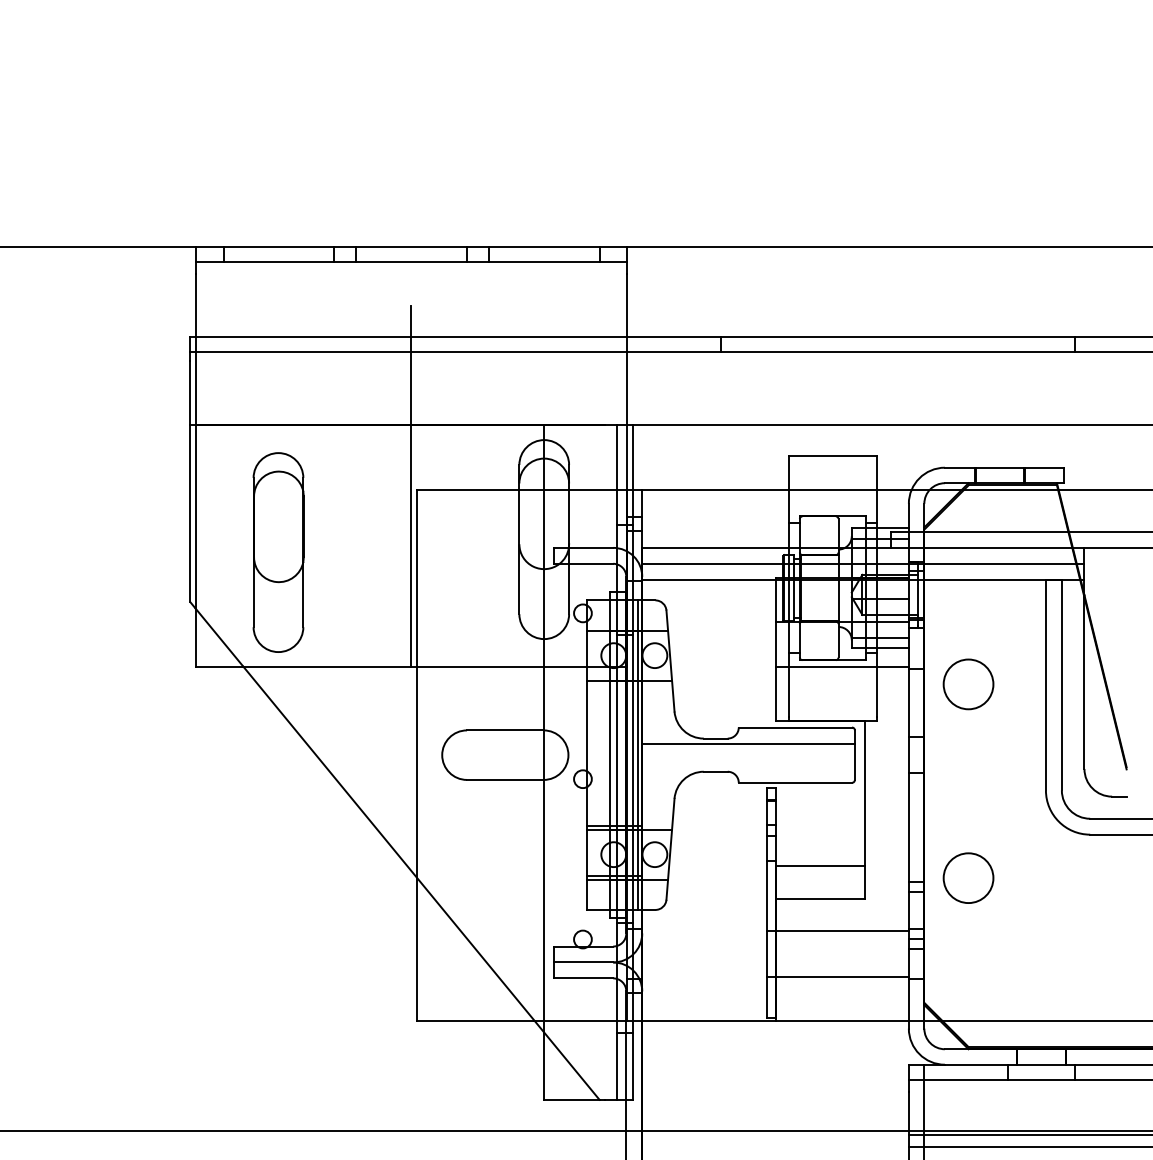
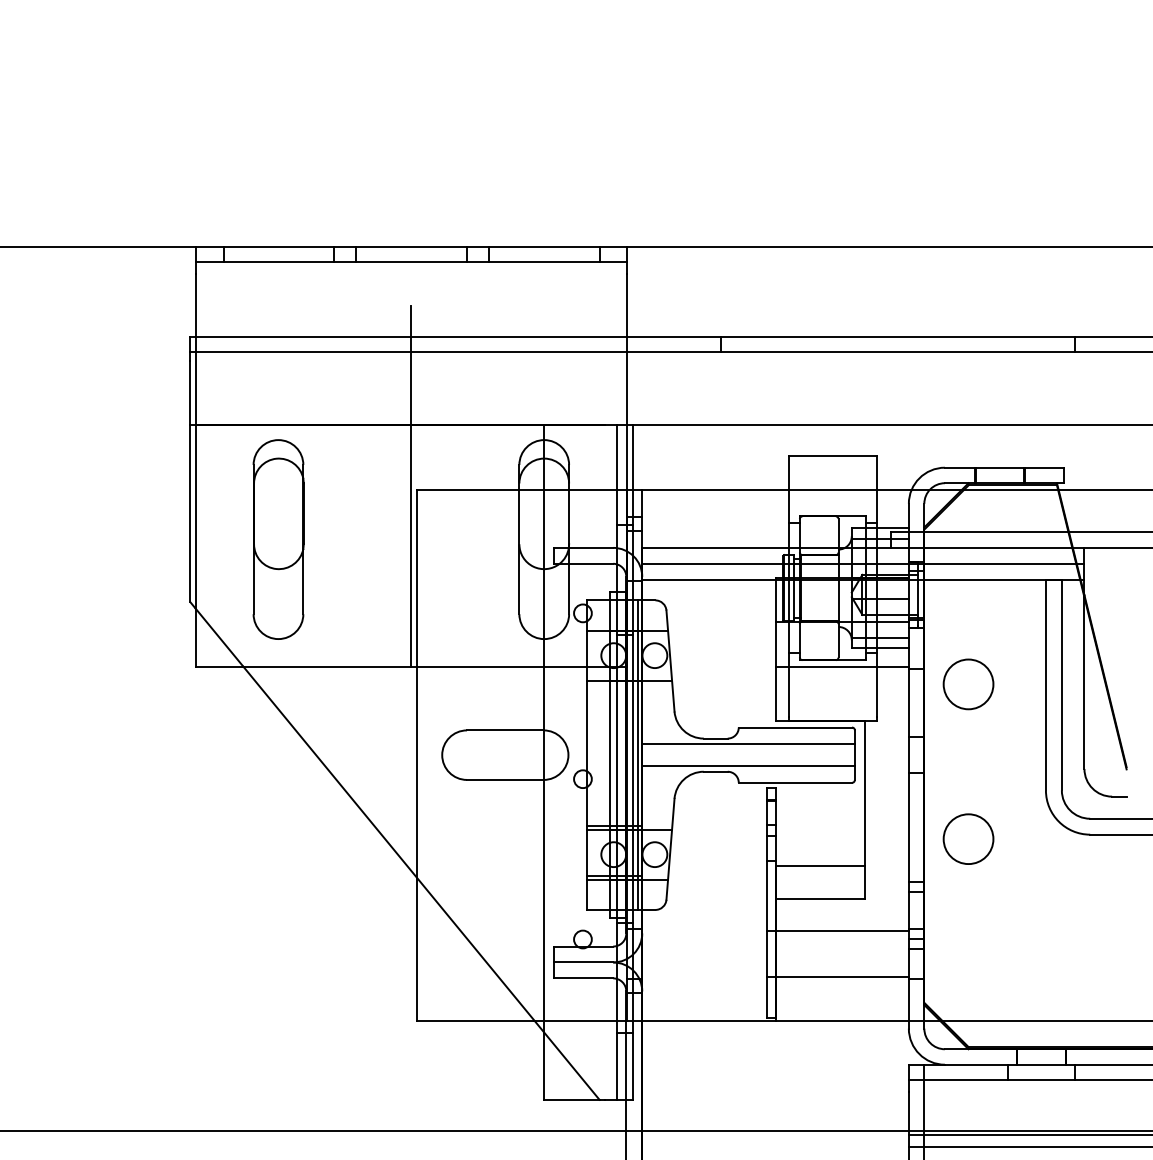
part at (278, 552) position: (278, 552) -> (278, 539)
line at (748, 766): none -> present
circle at (968, 877) position: (968, 877) -> (968, 838)
